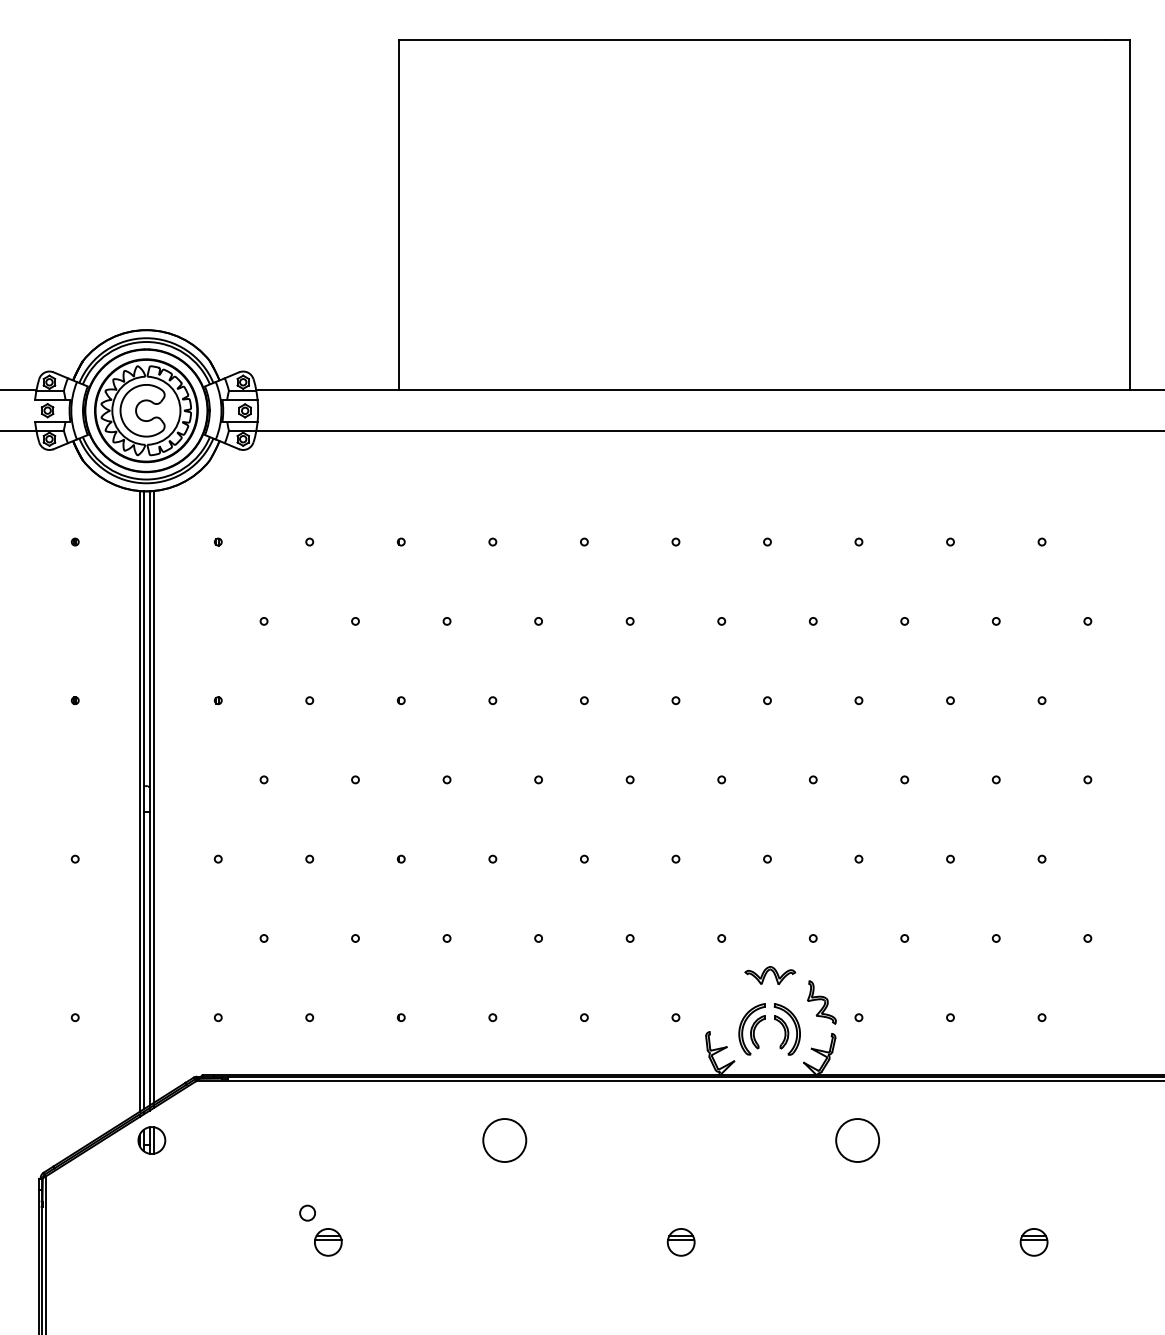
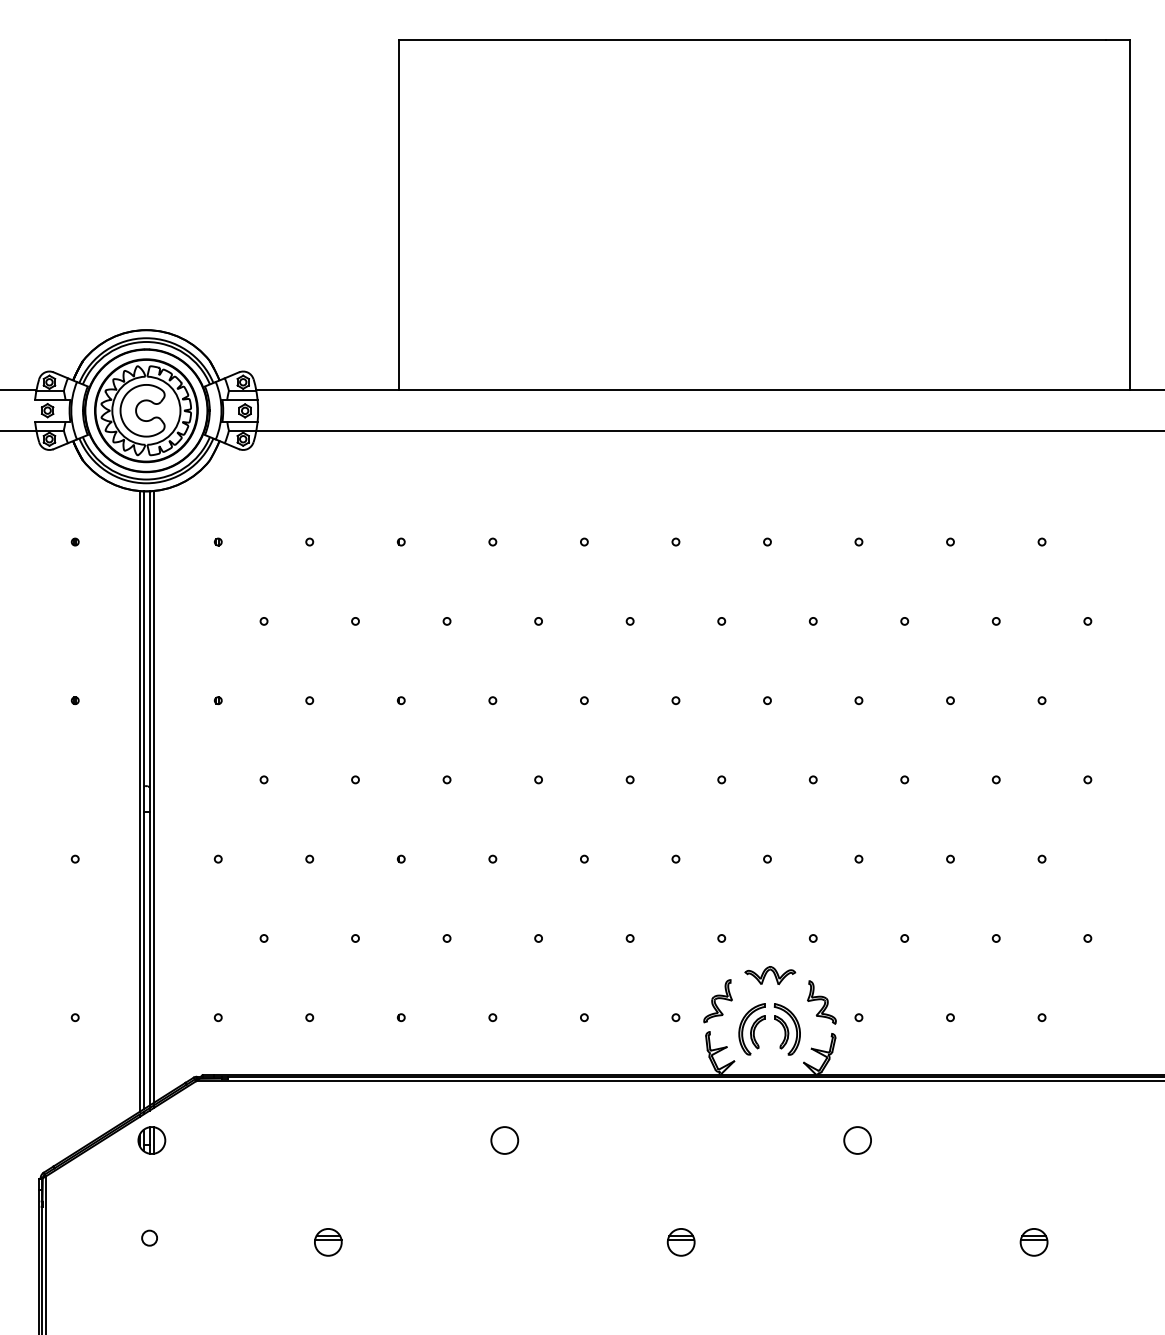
part at (717, 1001): none -> present
circle at (504, 1140) diameter: 43 px -> 27 px
circle at (857, 1140) diameter: 43 px -> 27 px
circle at (307, 1212) position: (307, 1212) -> (149, 1237)
